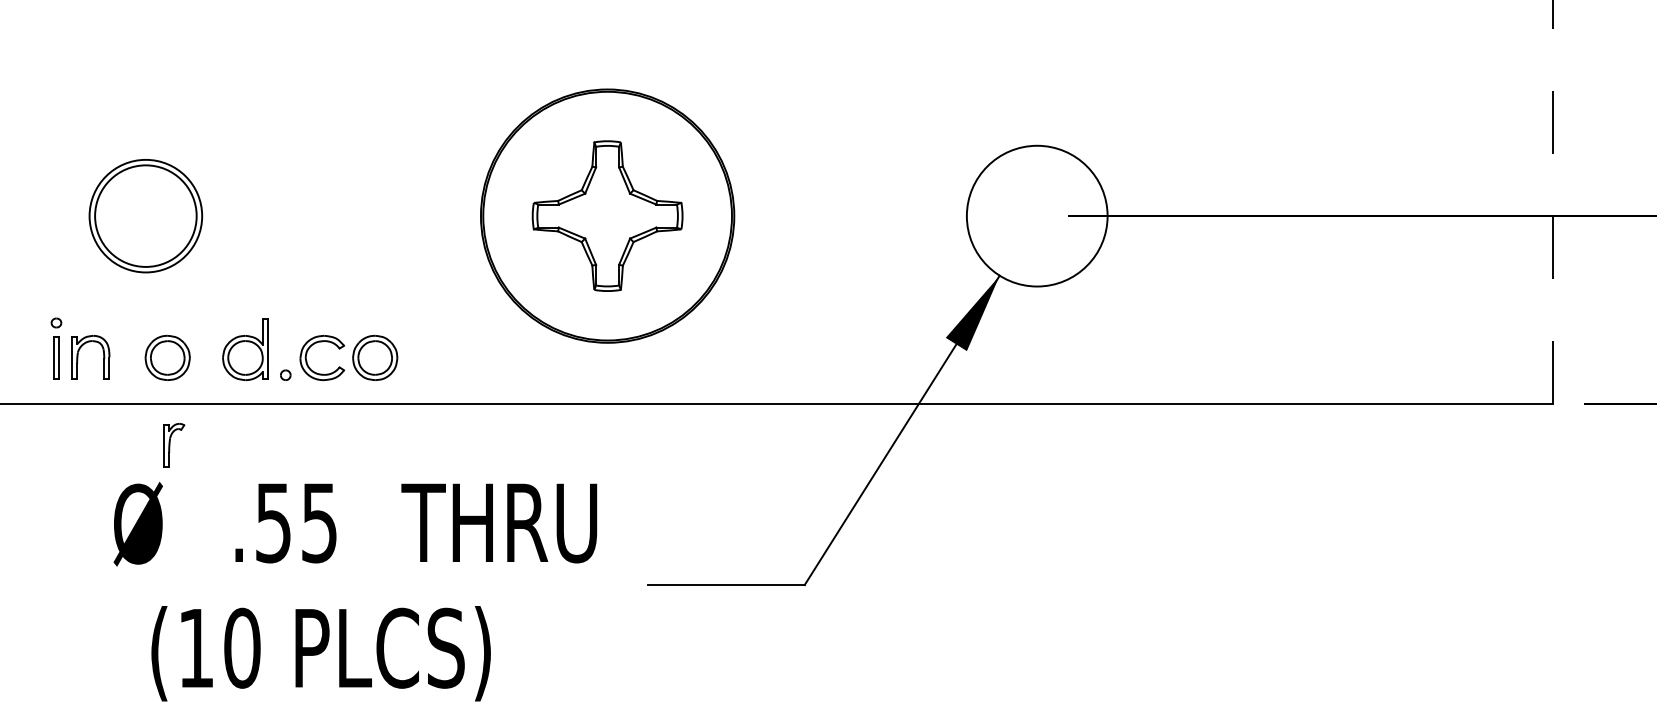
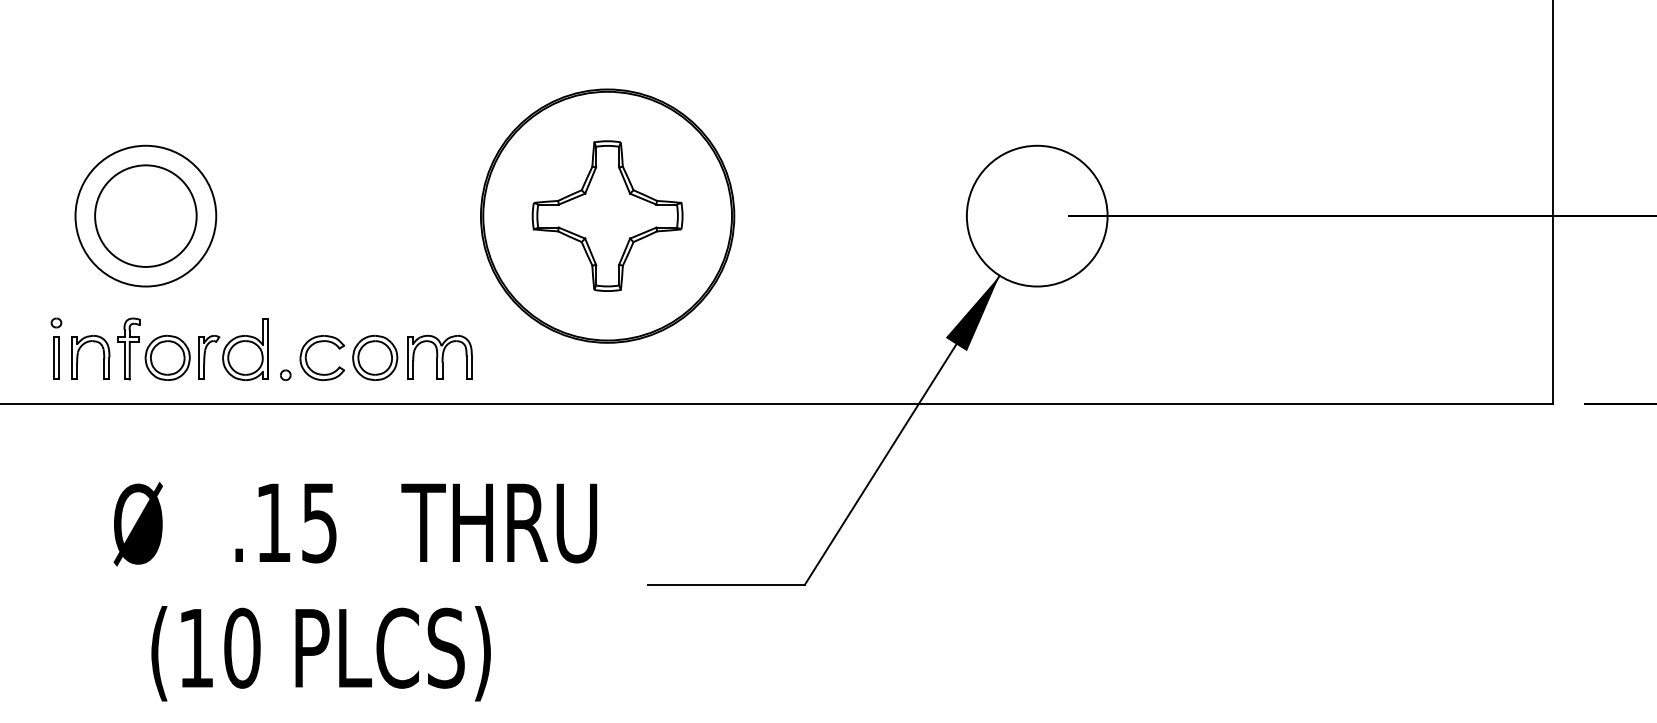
line at (1553, 201): dashed -> solid
circle at (145, 215) diameter: 113 px -> 141 px
part at (128, 348): none -> present
part at (439, 356): none -> present
part at (174, 445) position: (174, 445) -> (209, 357)
text at (273, 523): .55 -> .15
